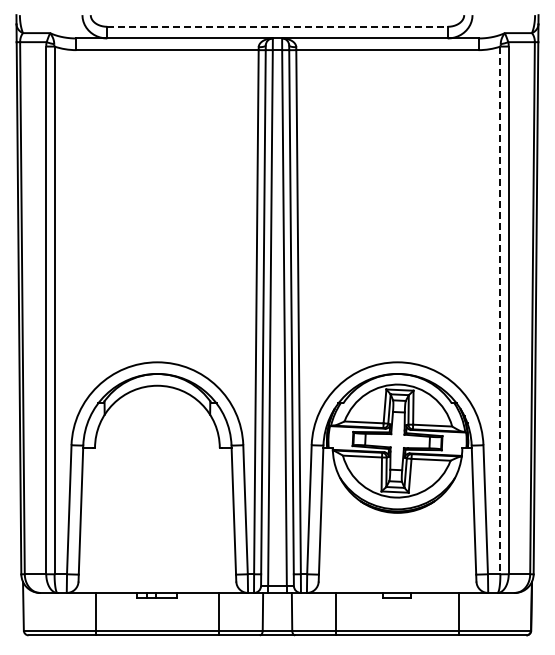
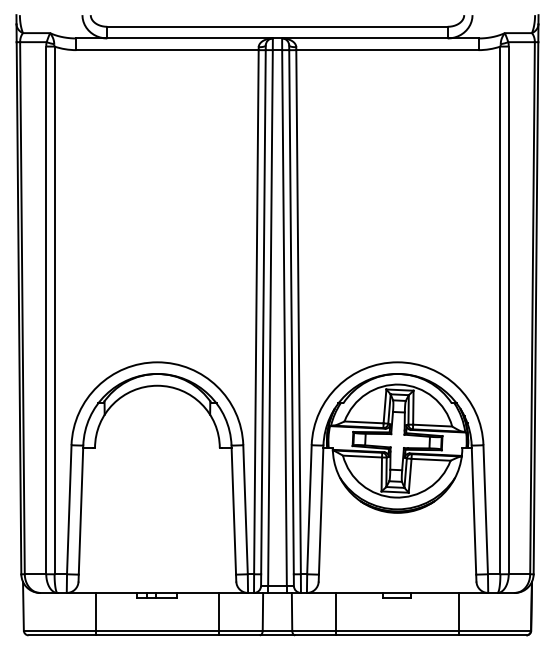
line at (277, 26): dashed -> solid
line at (500, 310): dashed -> solid
